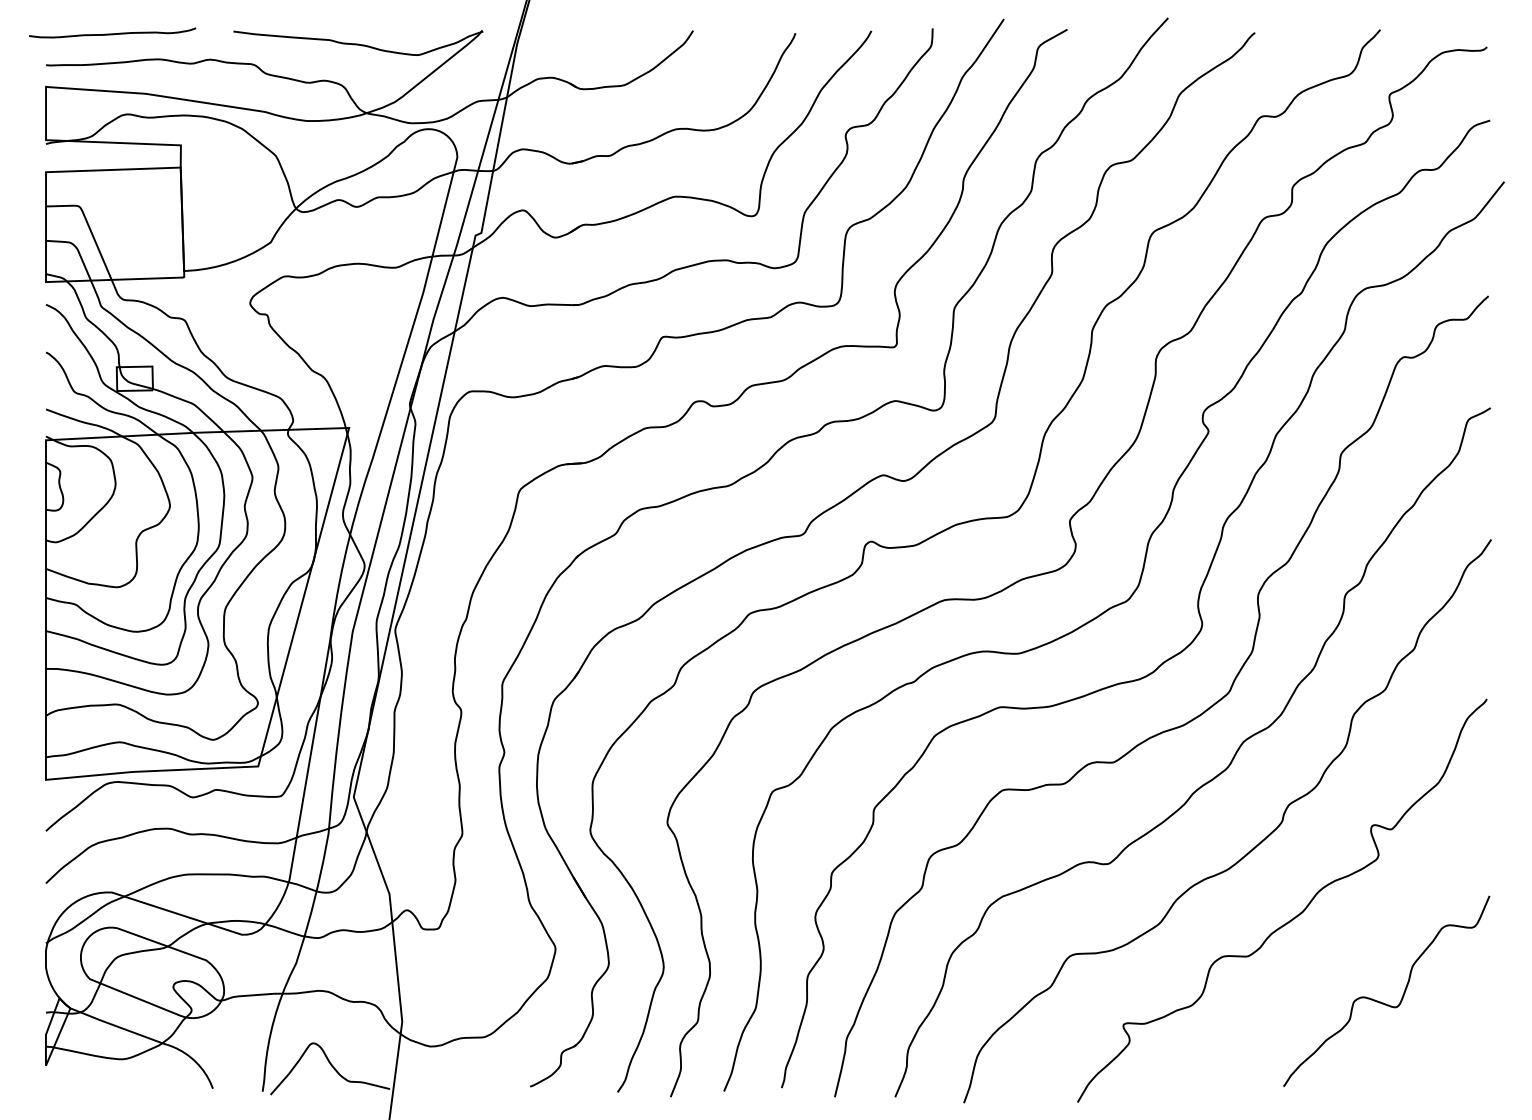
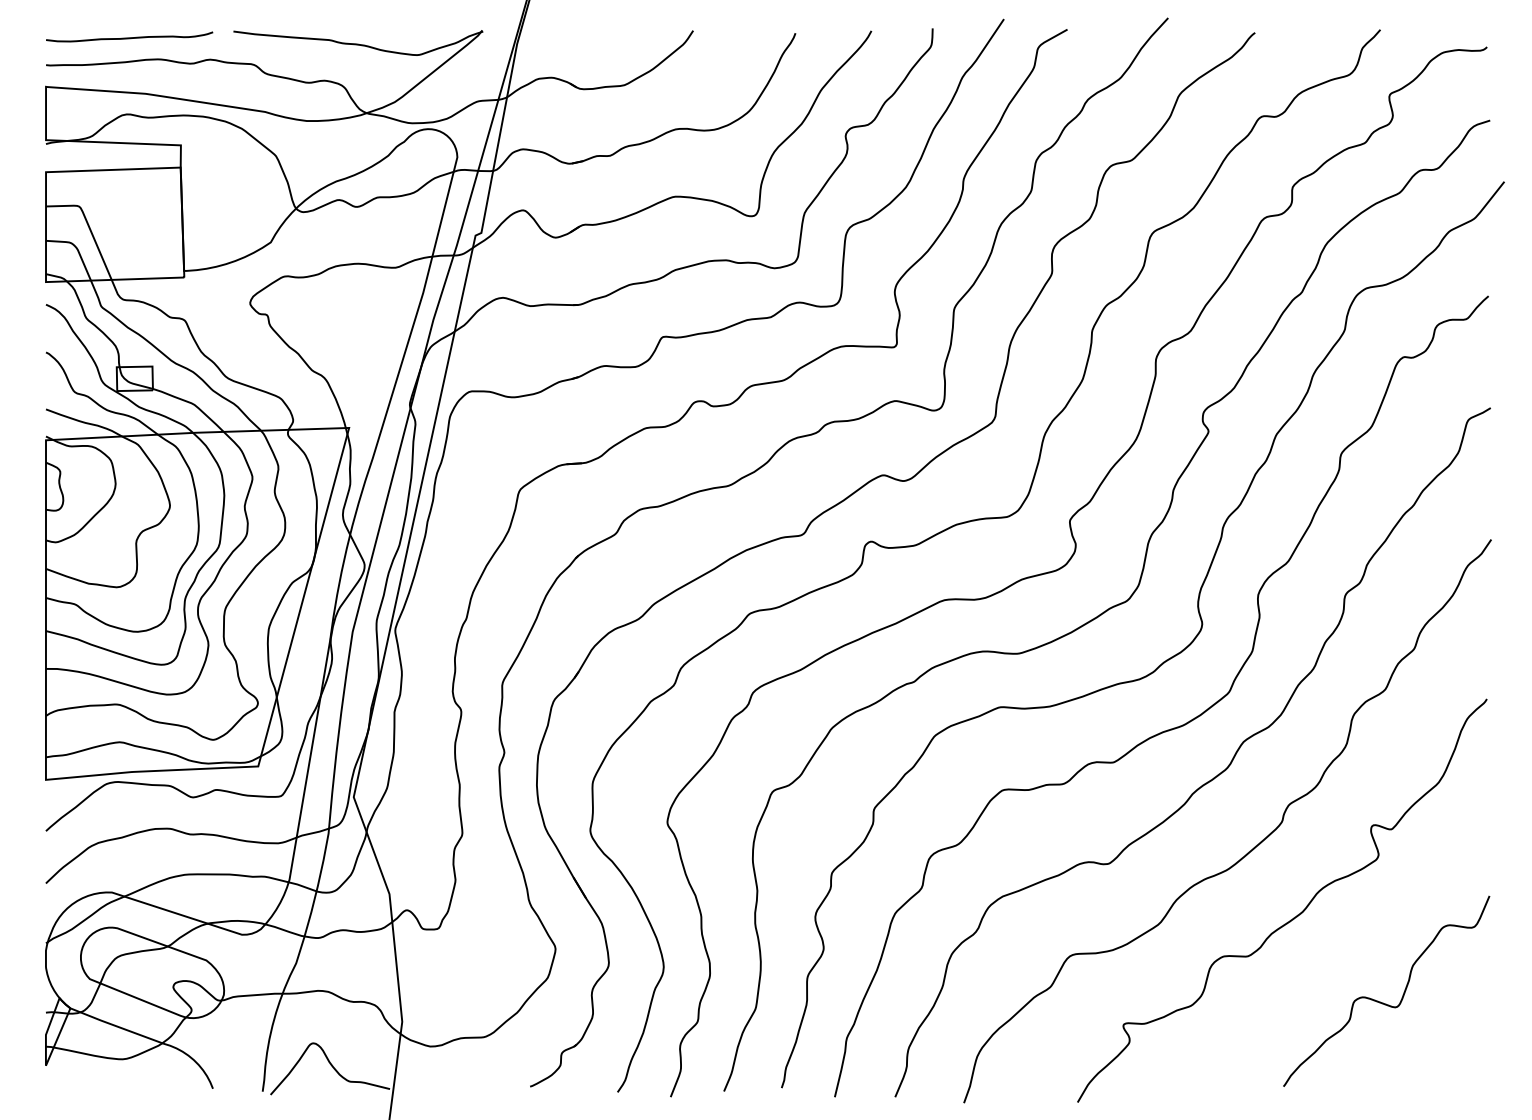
curve at (112, 33) position: (112, 33) -> (129, 37)
